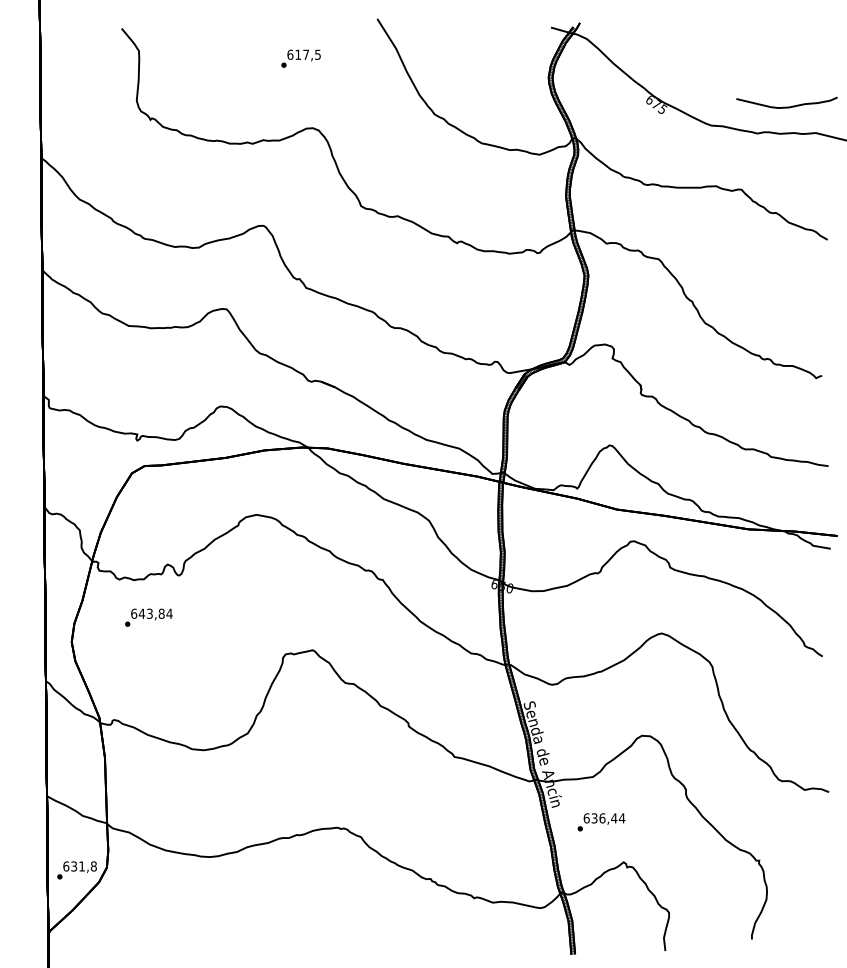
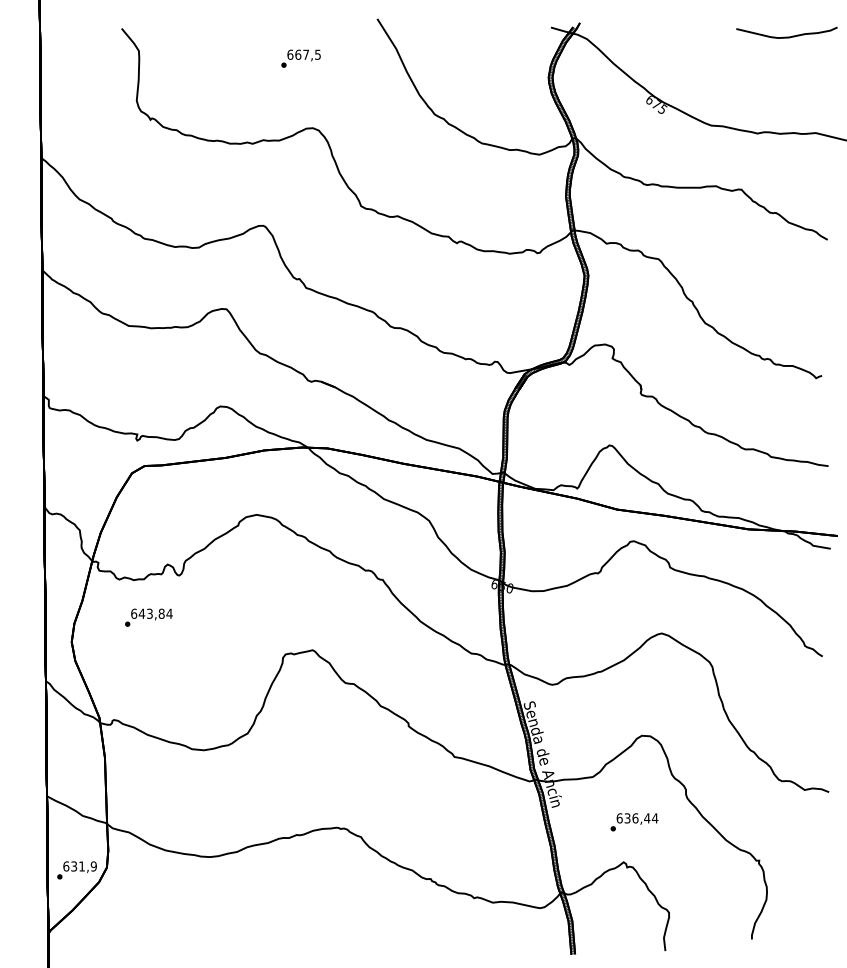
text at (298, 54): 617,5 -> 667,5
curve at (786, 106) position: (786, 106) -> (786, 36)
text at (601, 822) position: (601, 822) -> (634, 822)
text at (93, 866): 631,8 -> 631,9
